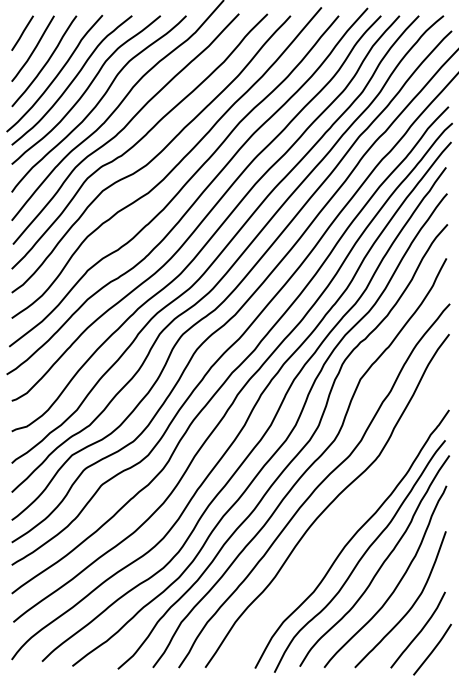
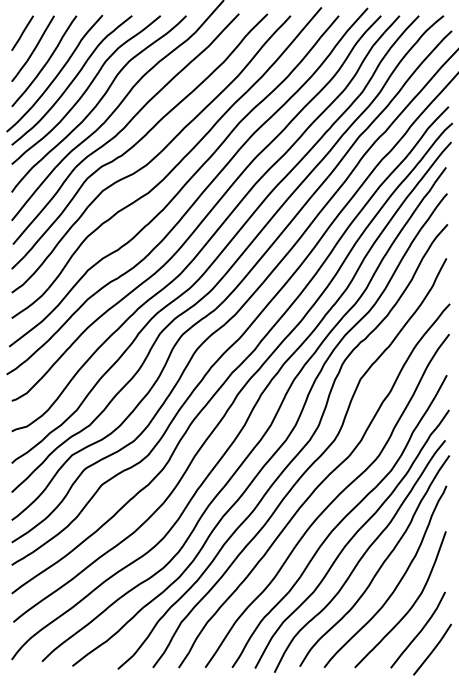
curve at (339, 521): none -> present
